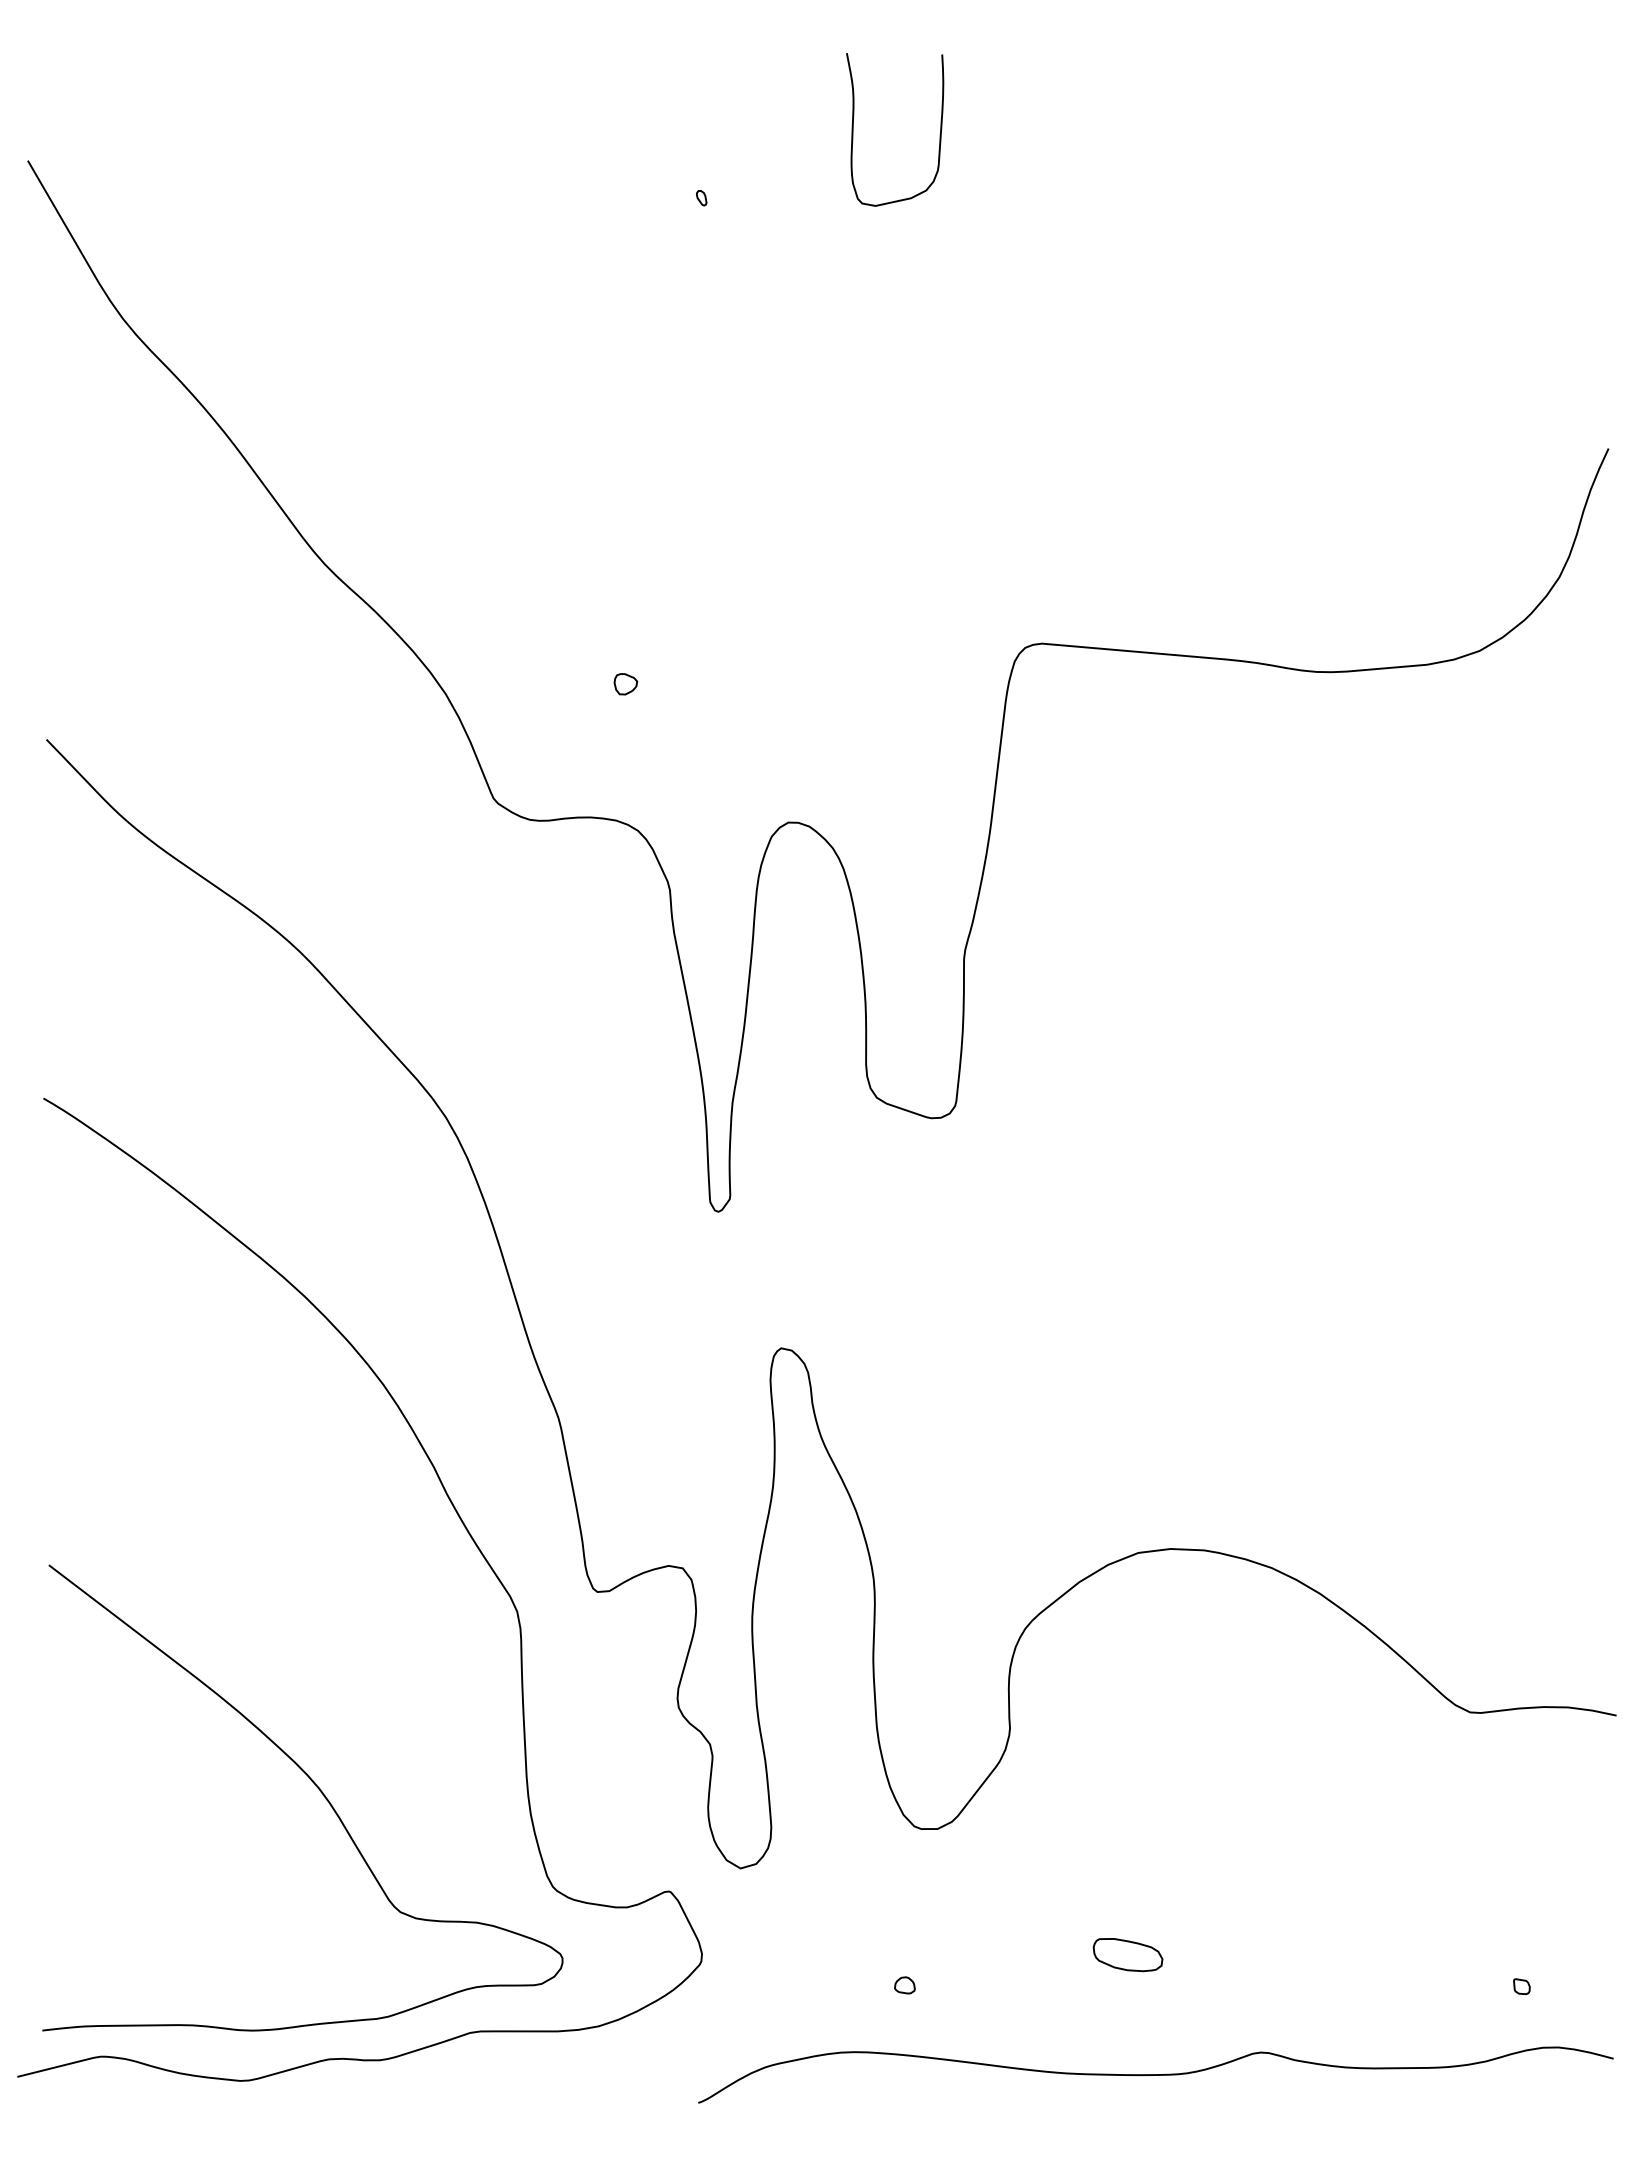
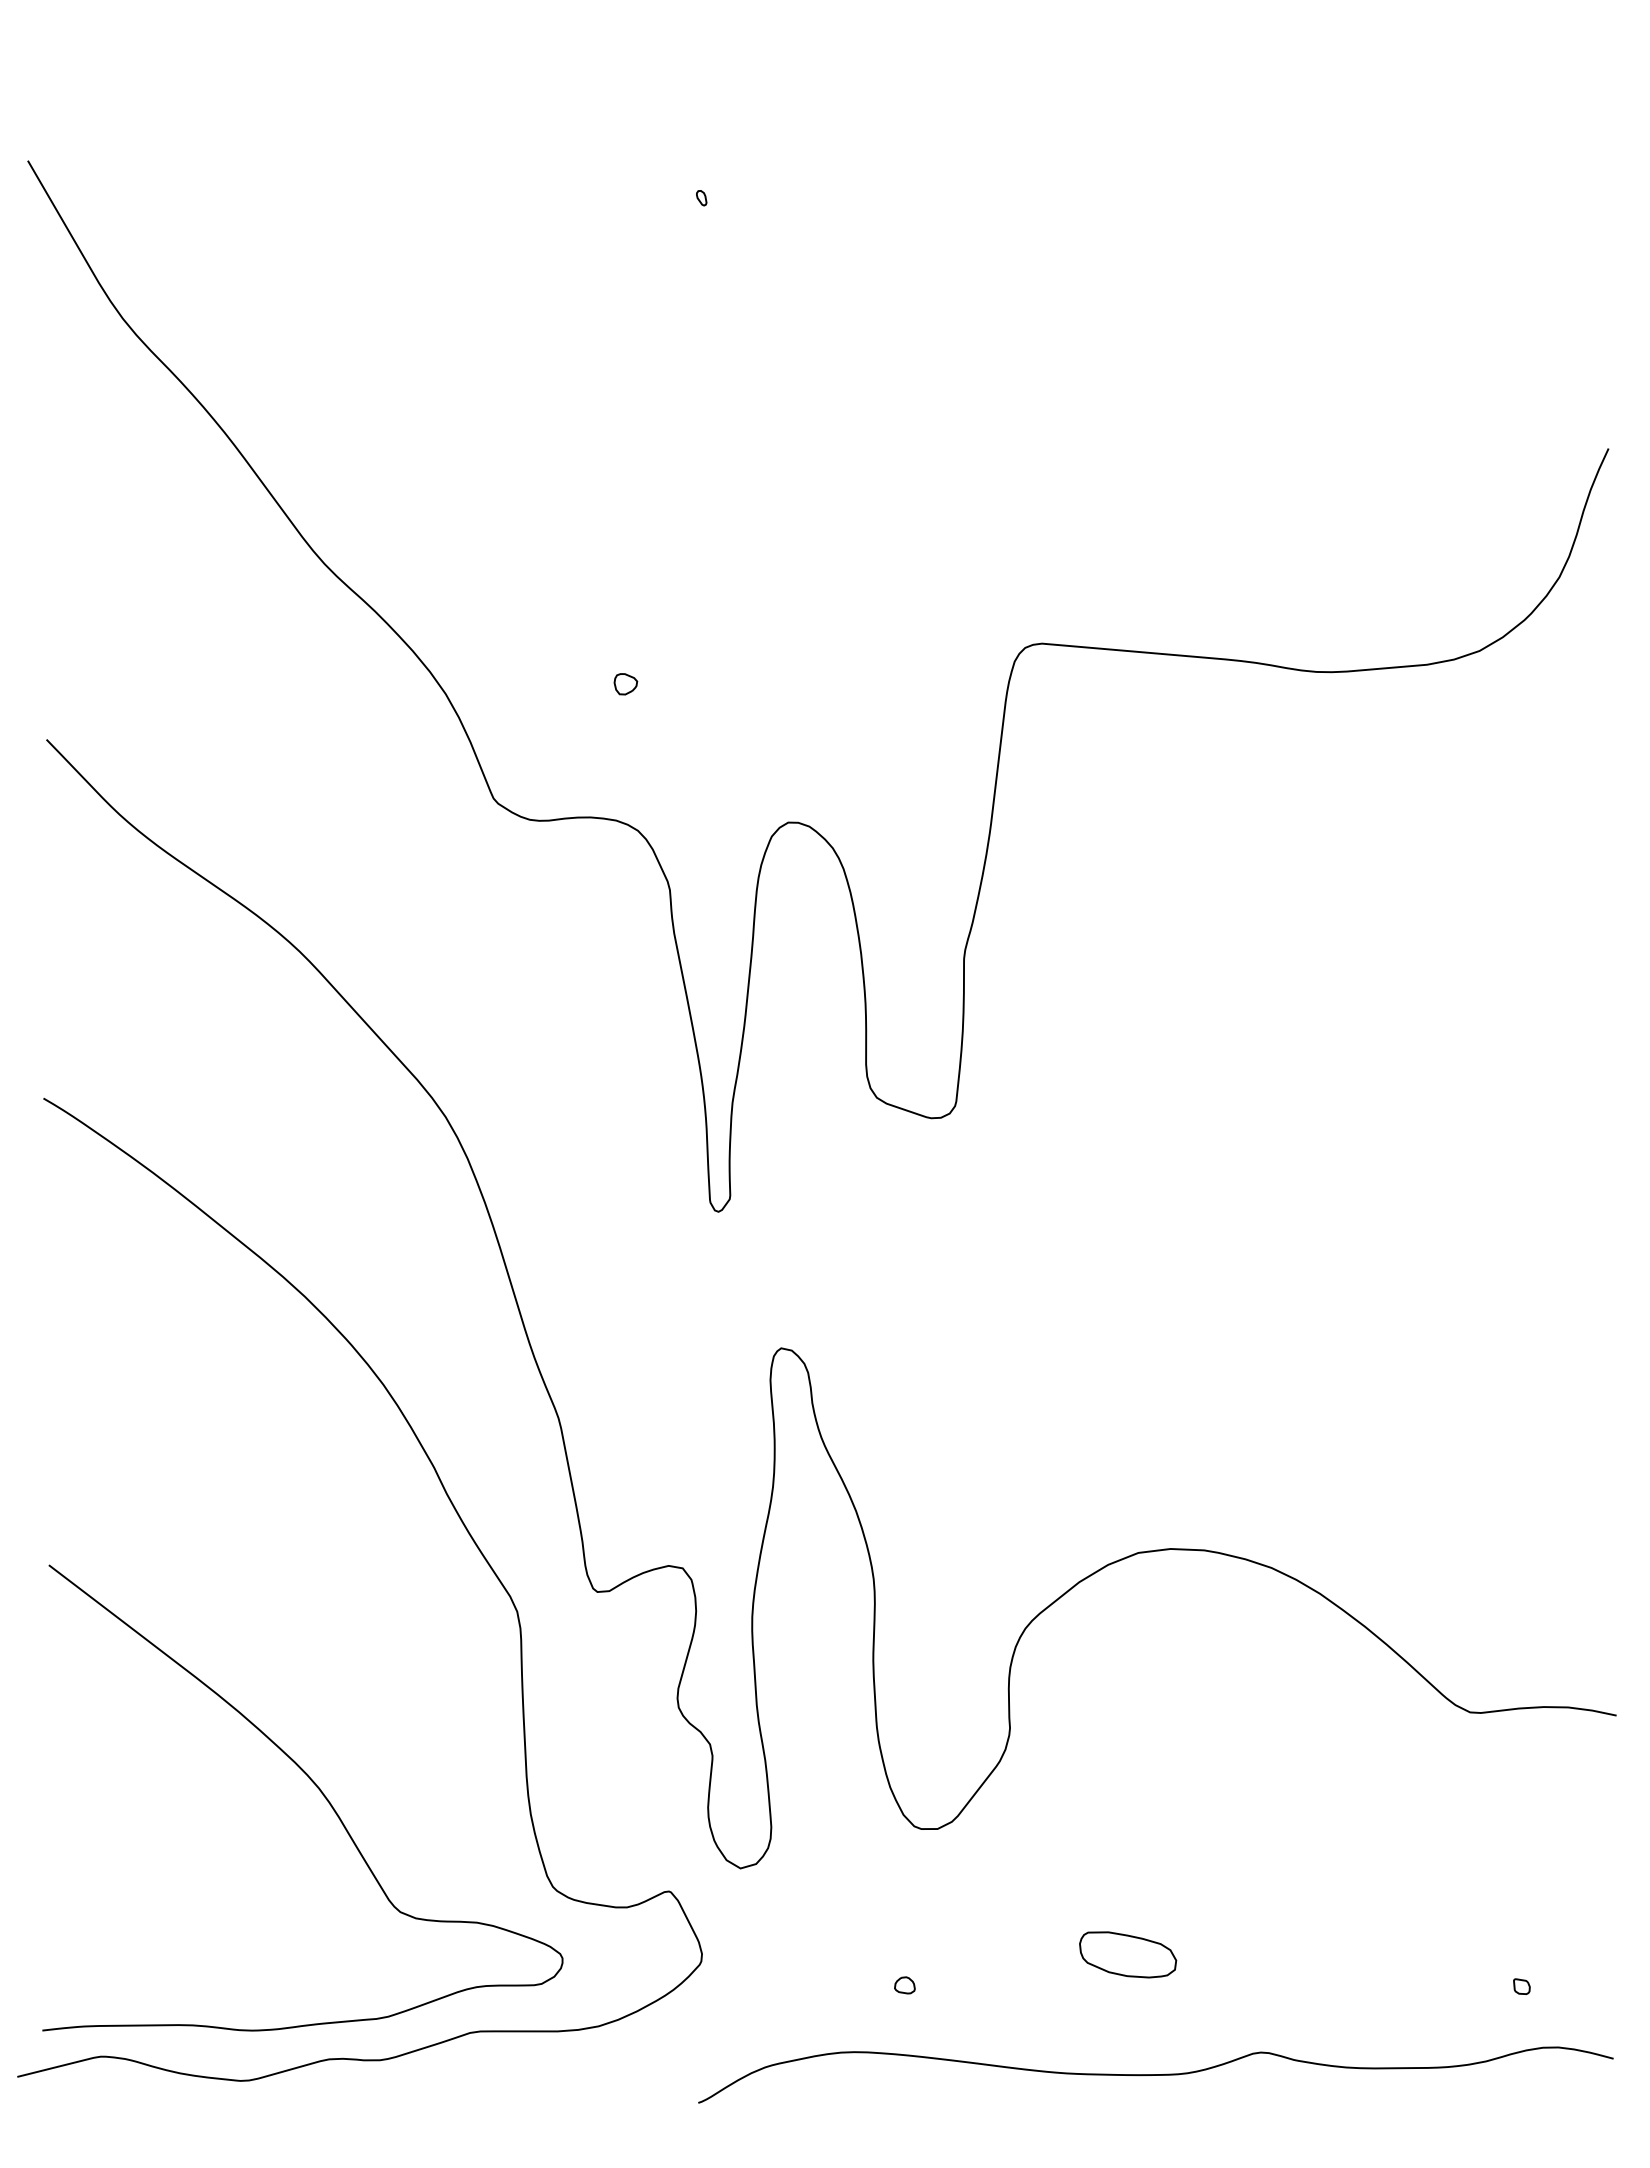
curve at (853, 129): present -> none
part at (1127, 1955) size: 72x35 px -> 99x48 px
